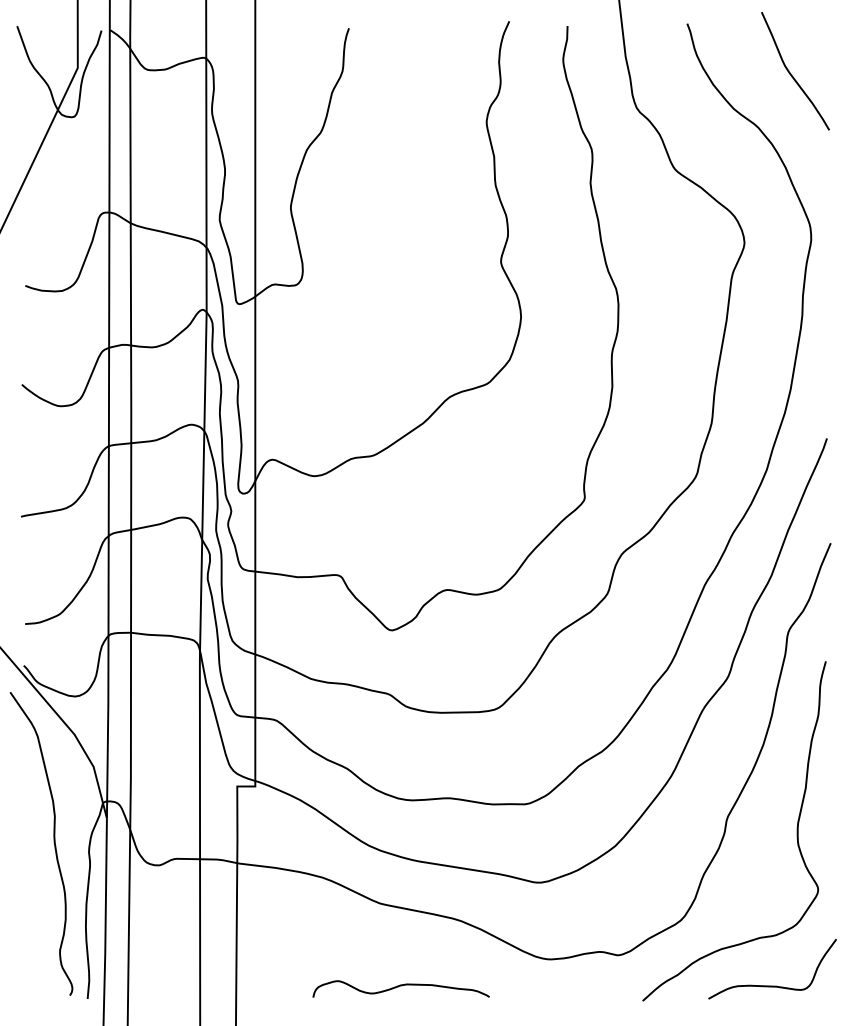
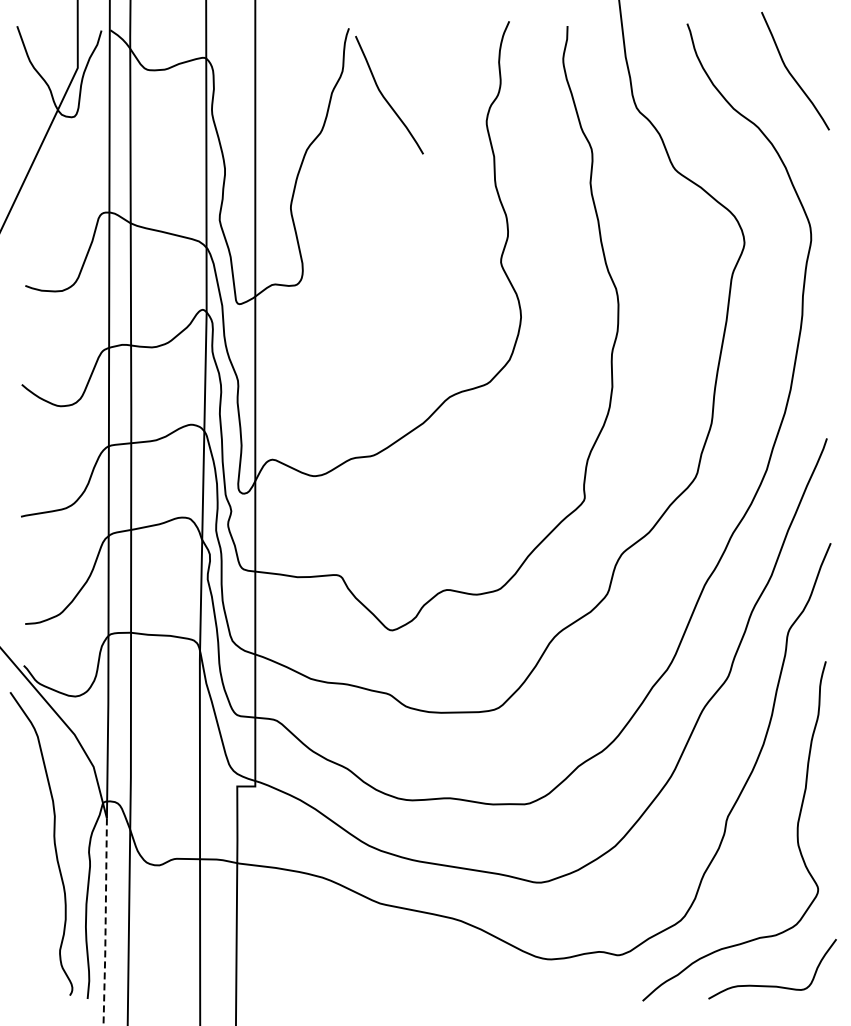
curve at (385, 97): none -> present
line at (105, 923): solid -> dashed
curve at (400, 986): present -> none
